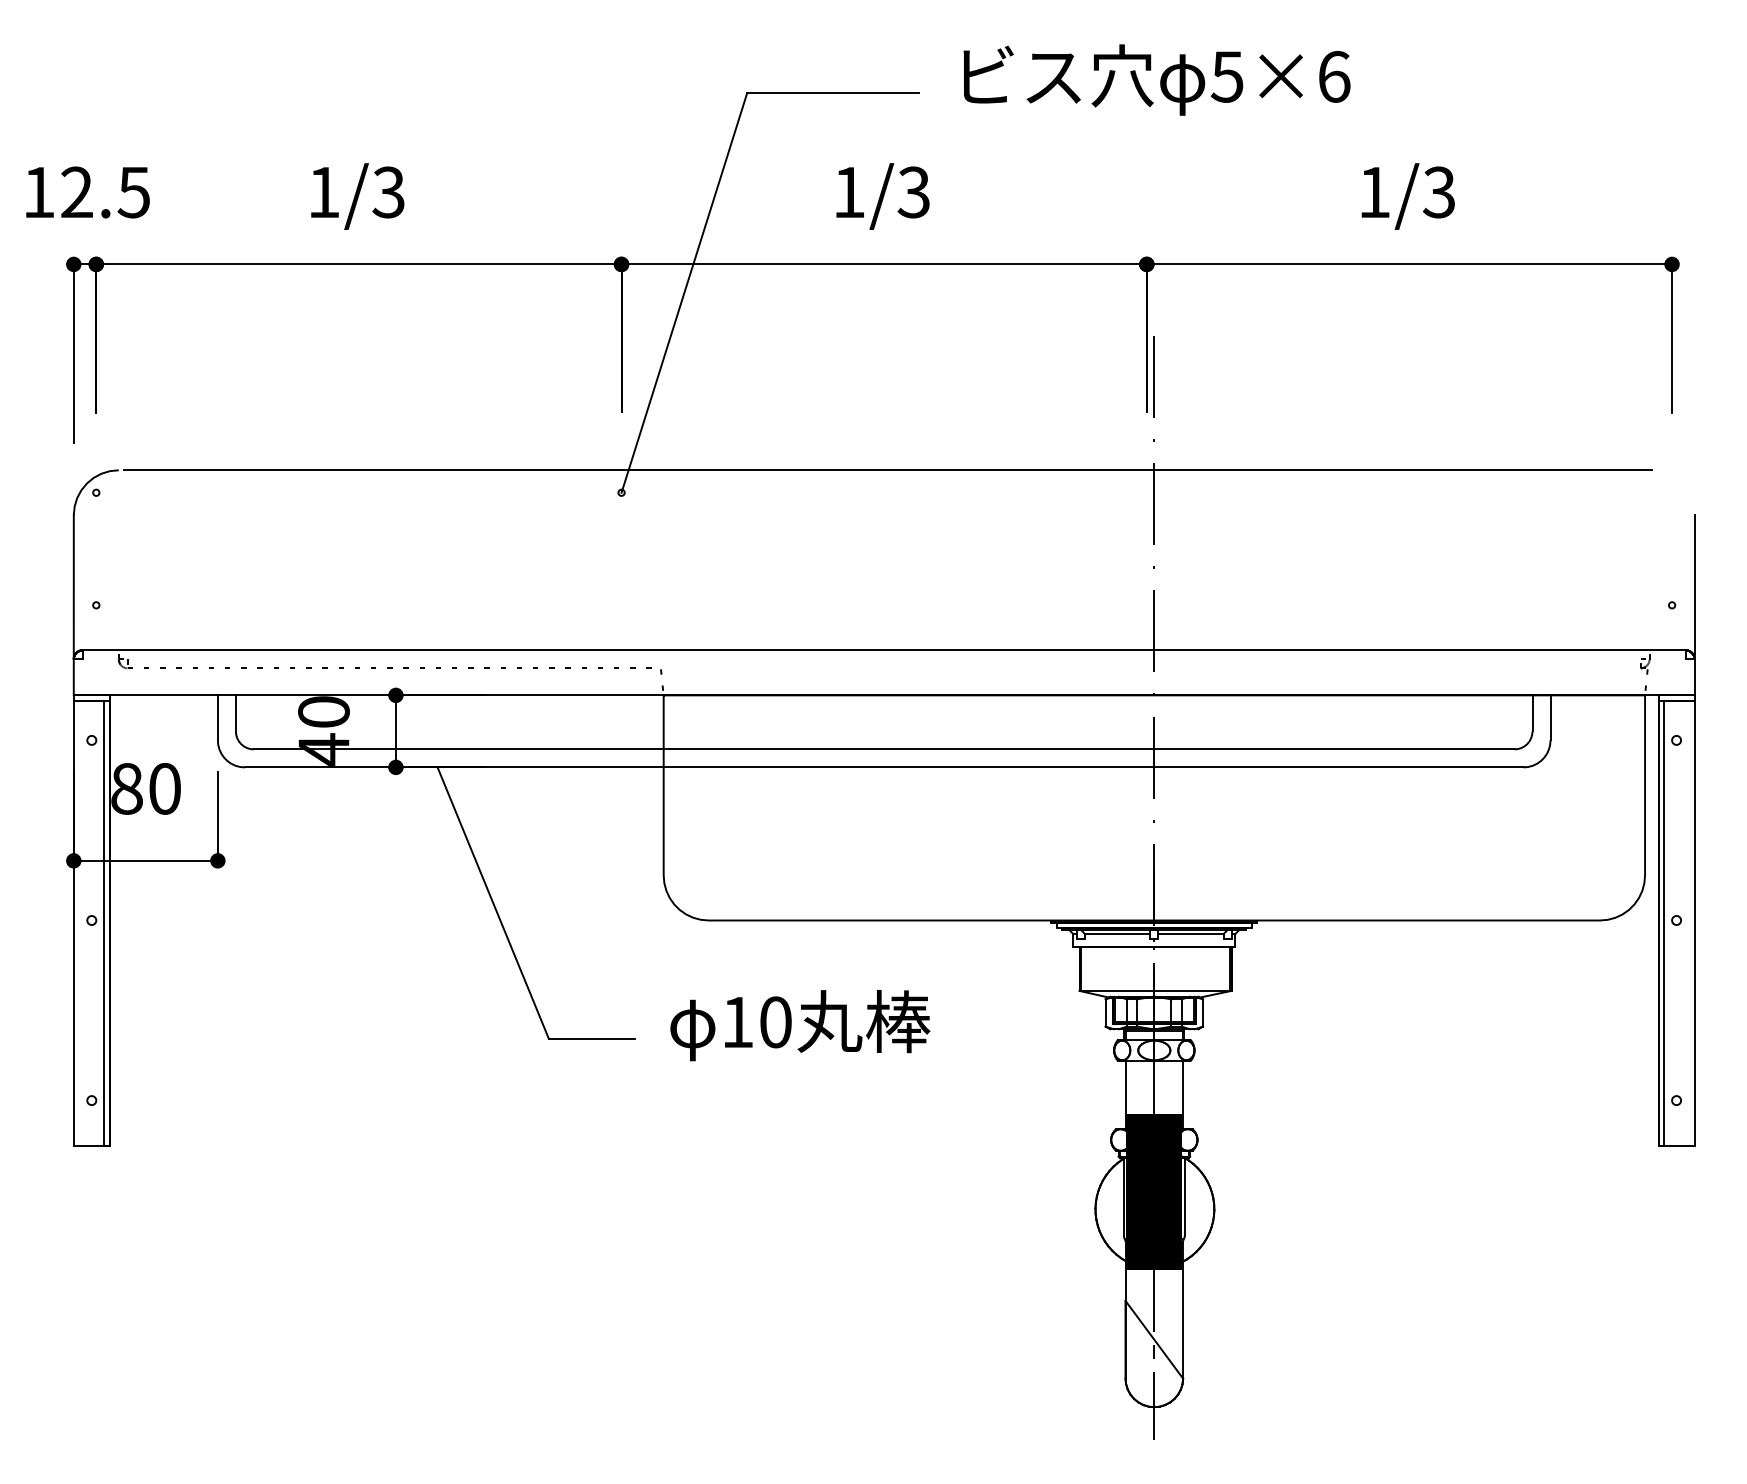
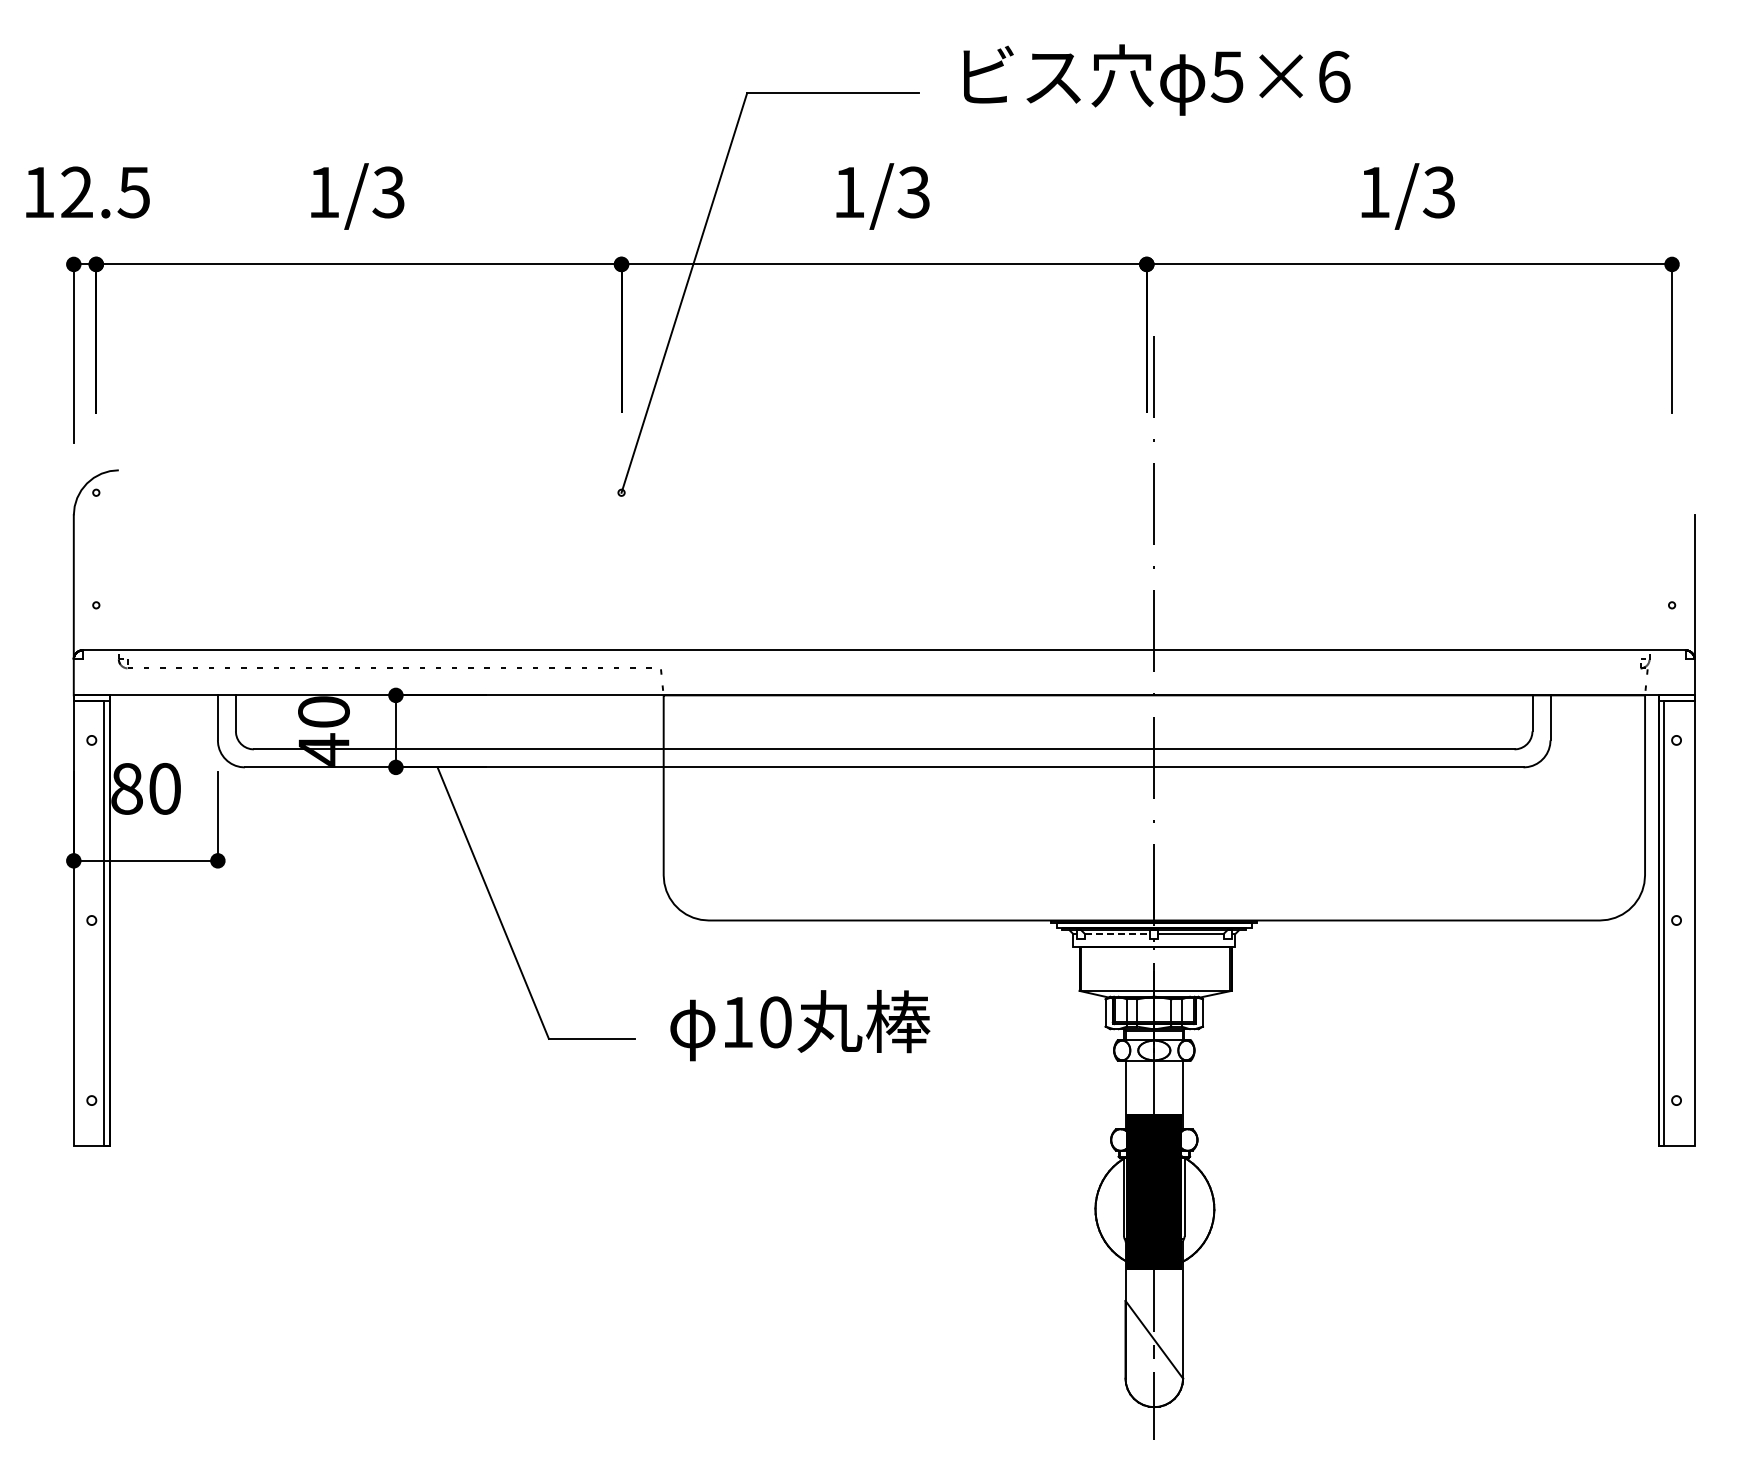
line at (887, 470): present -> none
line at (1117, 934): solid -> dashed
